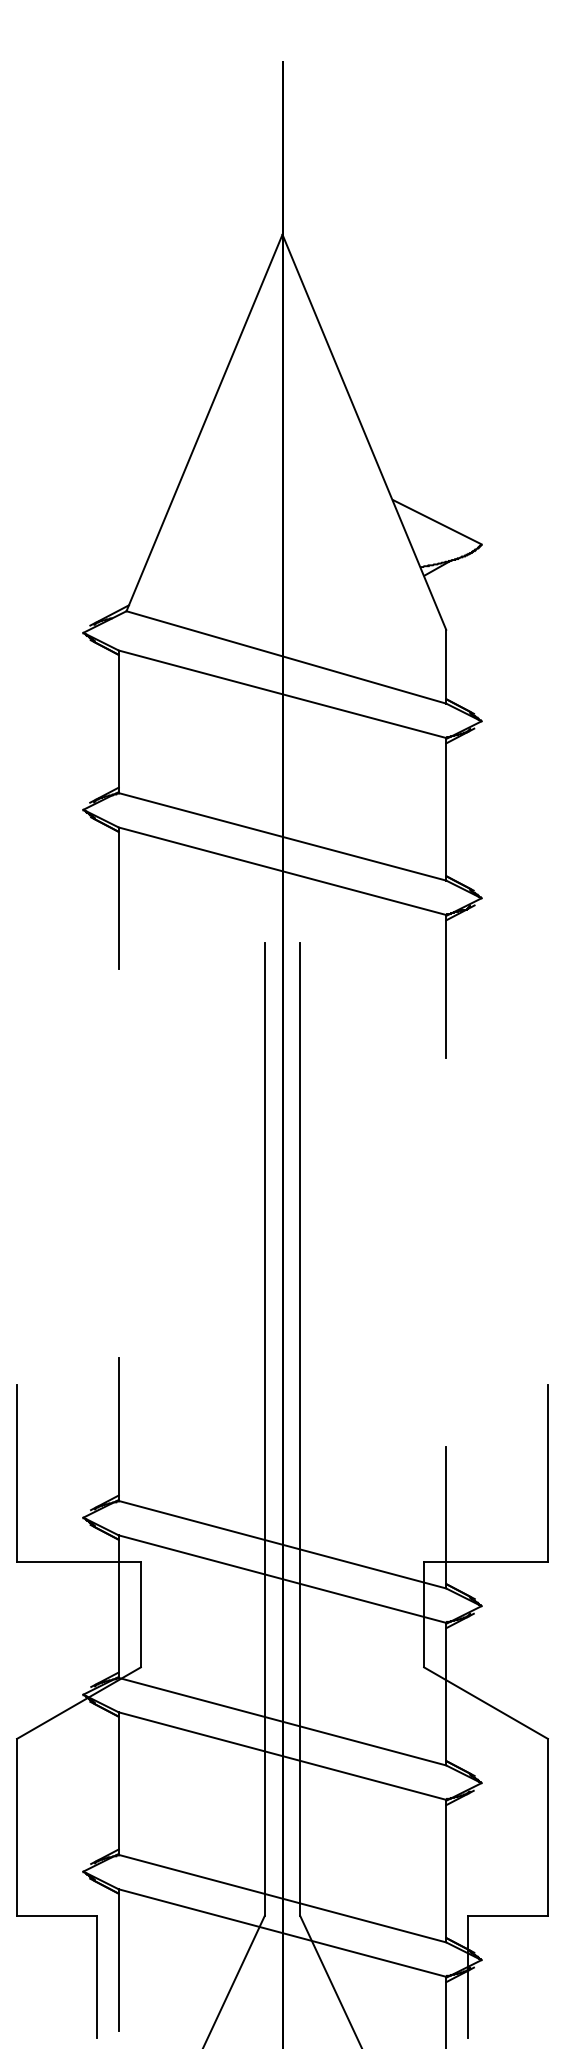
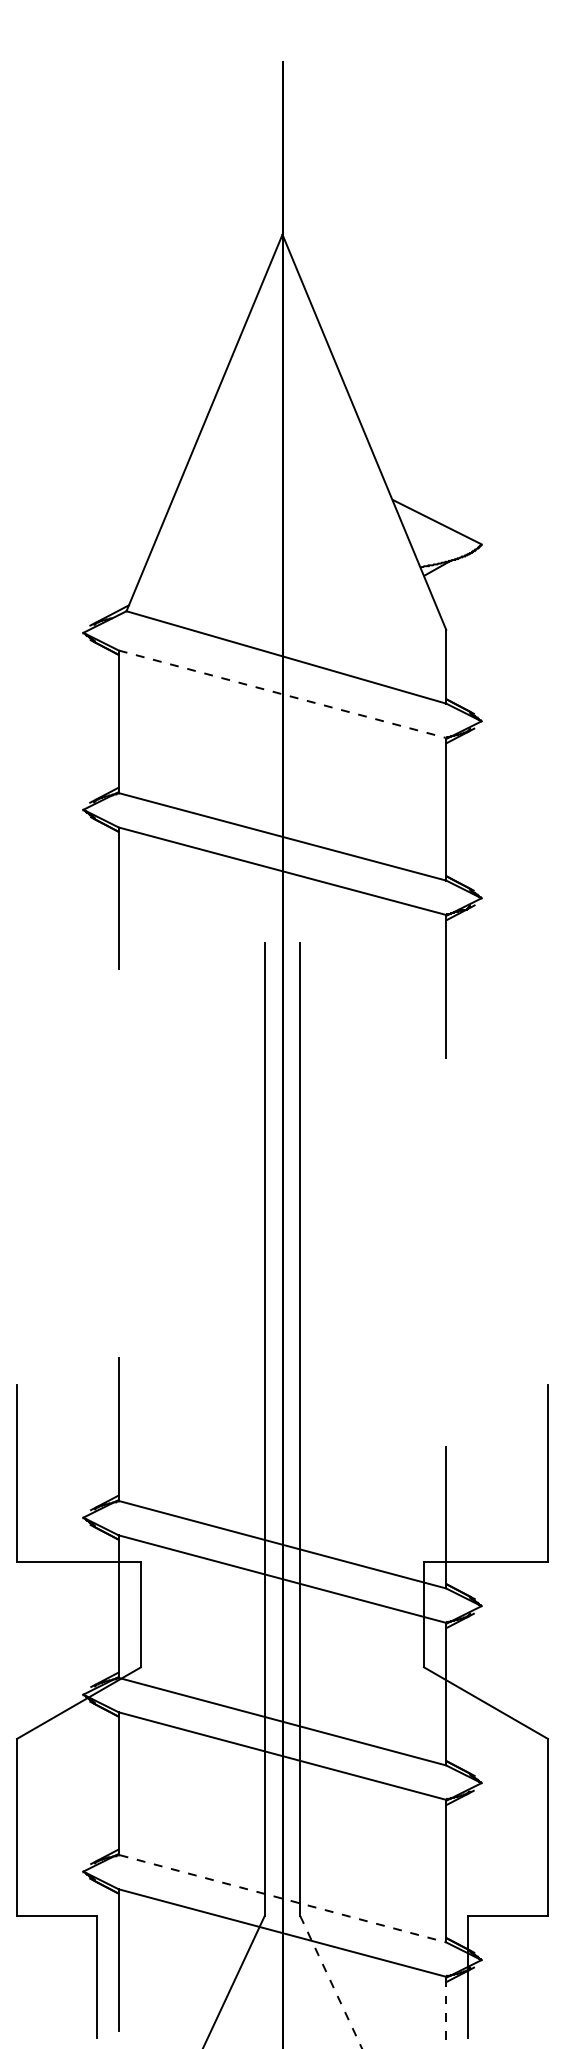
line at (282, 694): solid -> dashed
line at (282, 1898): solid -> dashed
line at (331, 1982): solid -> dashed
line at (446, 2013): solid -> dashed
